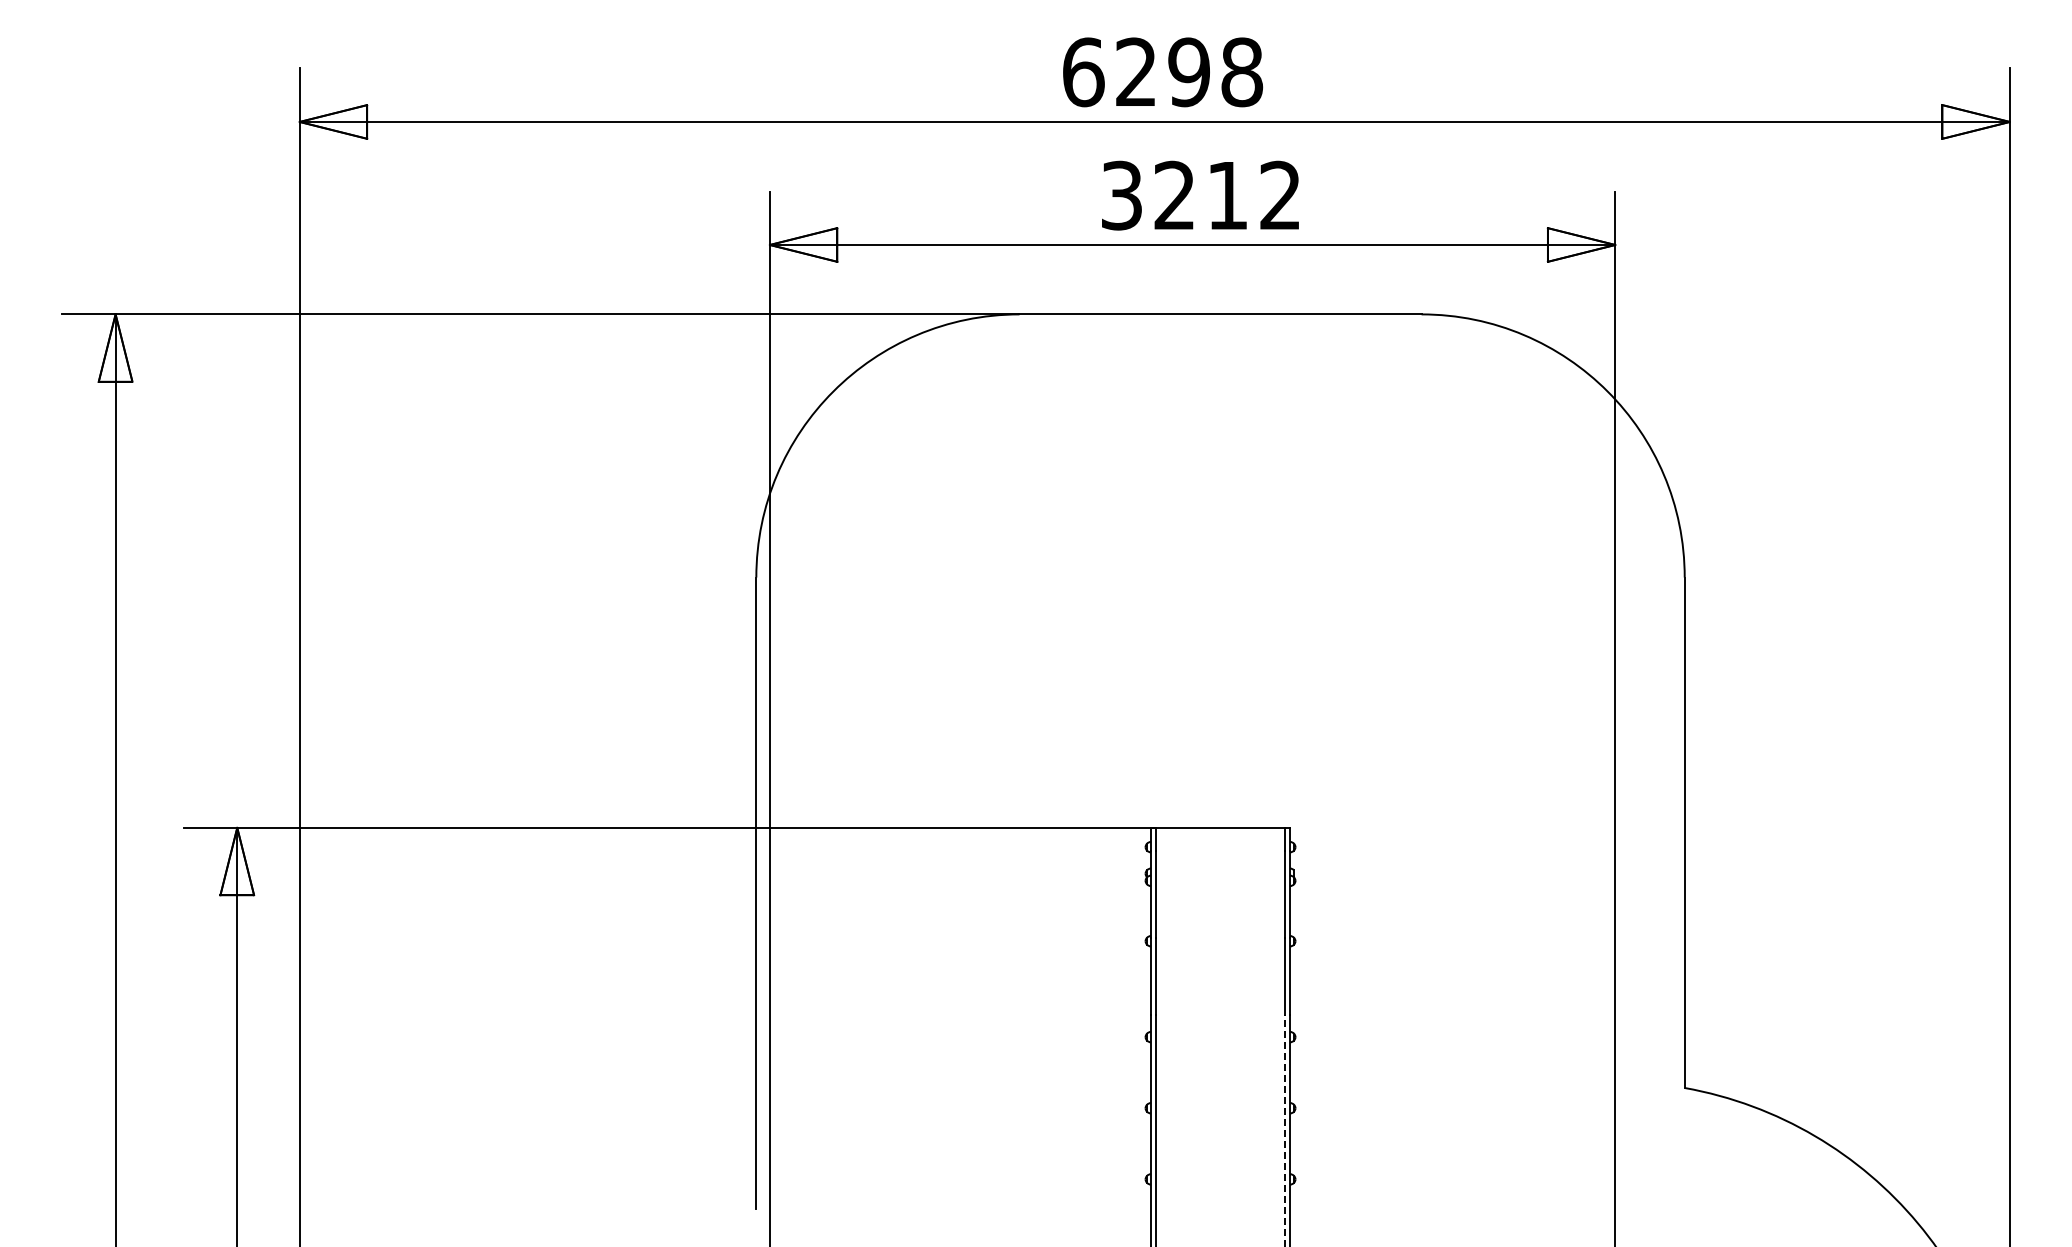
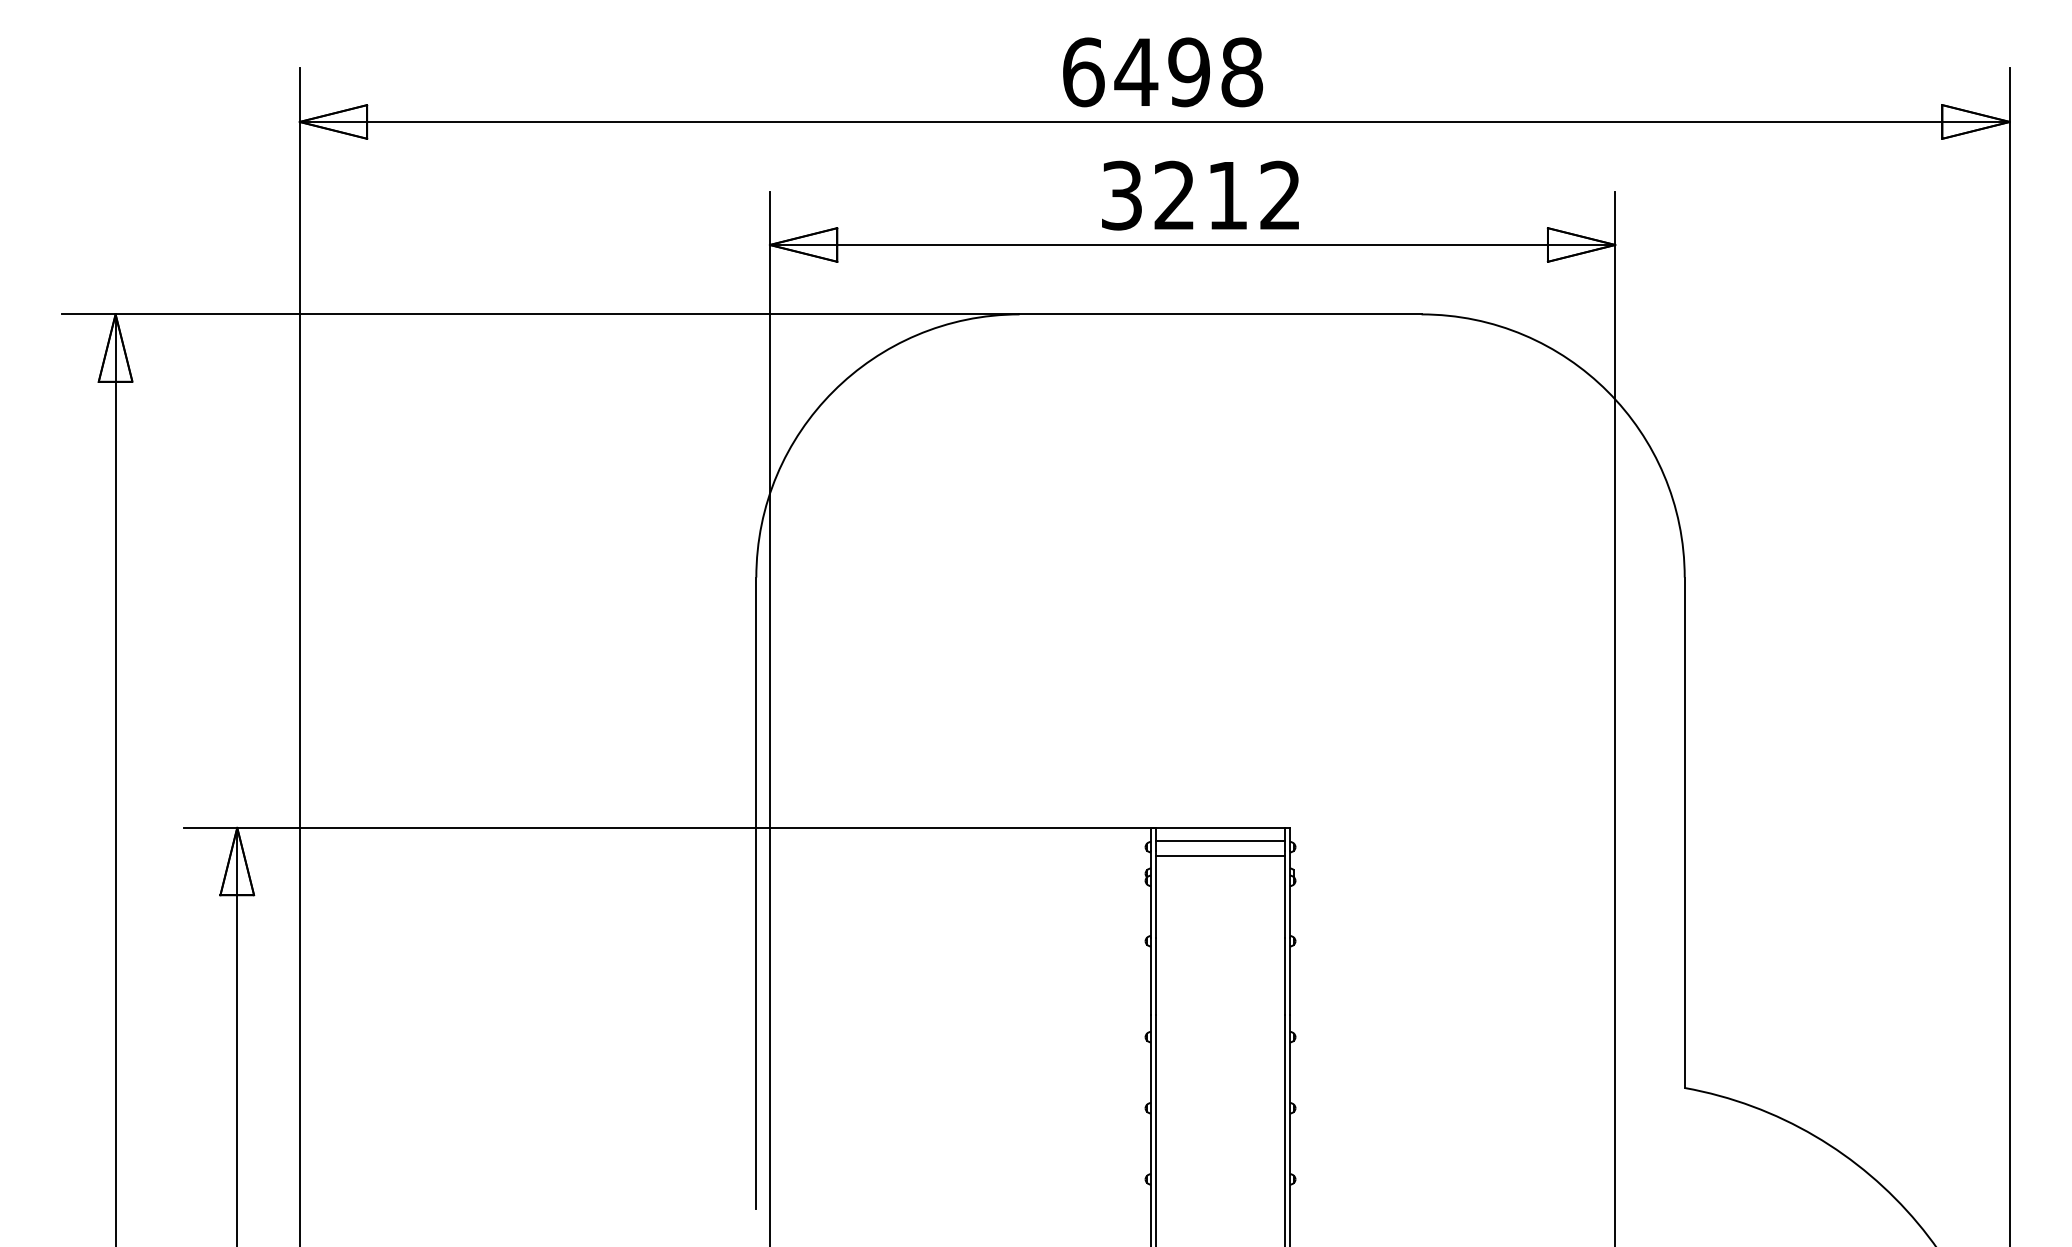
text at (1136, 71): 6298 -> 6498
line at (1220, 840): none -> present
line at (1220, 855): none -> present
line at (1285, 1130): dashed -> solid
